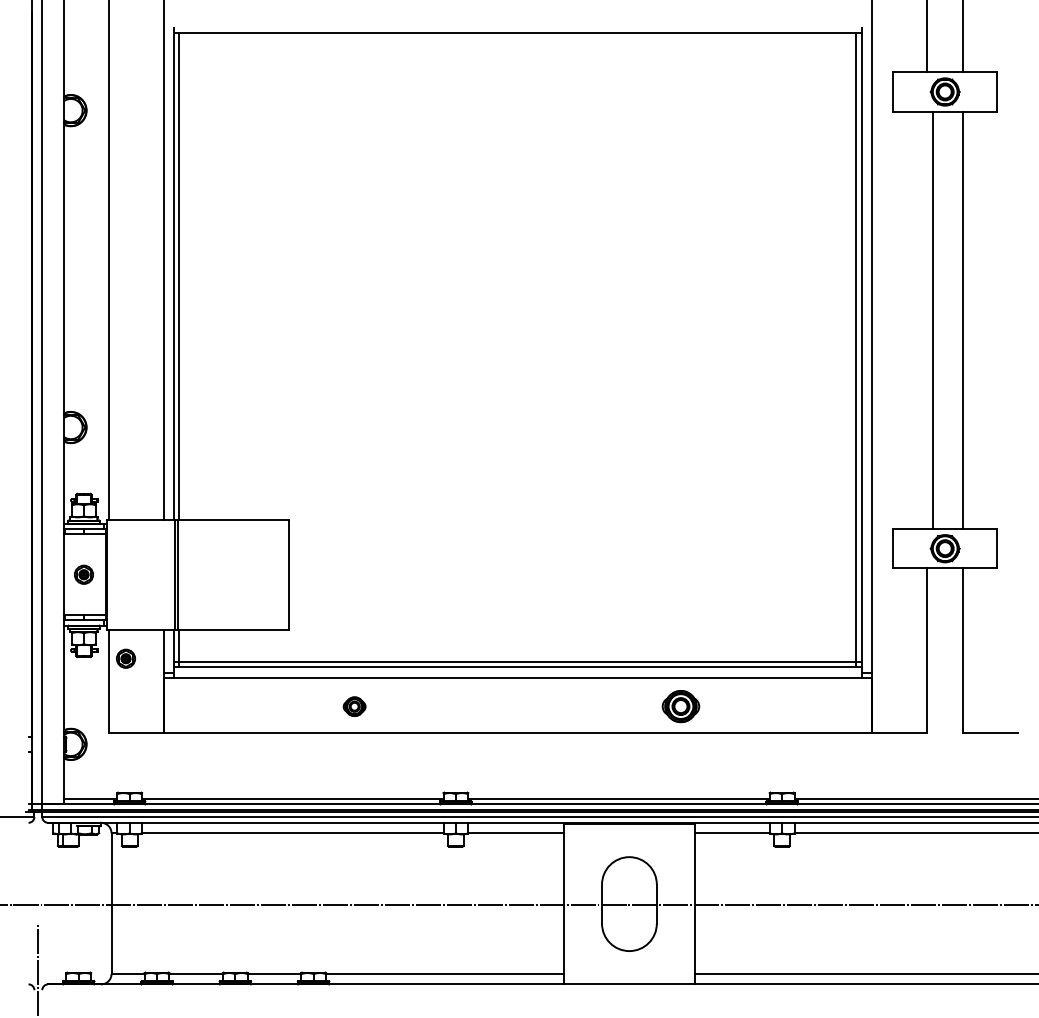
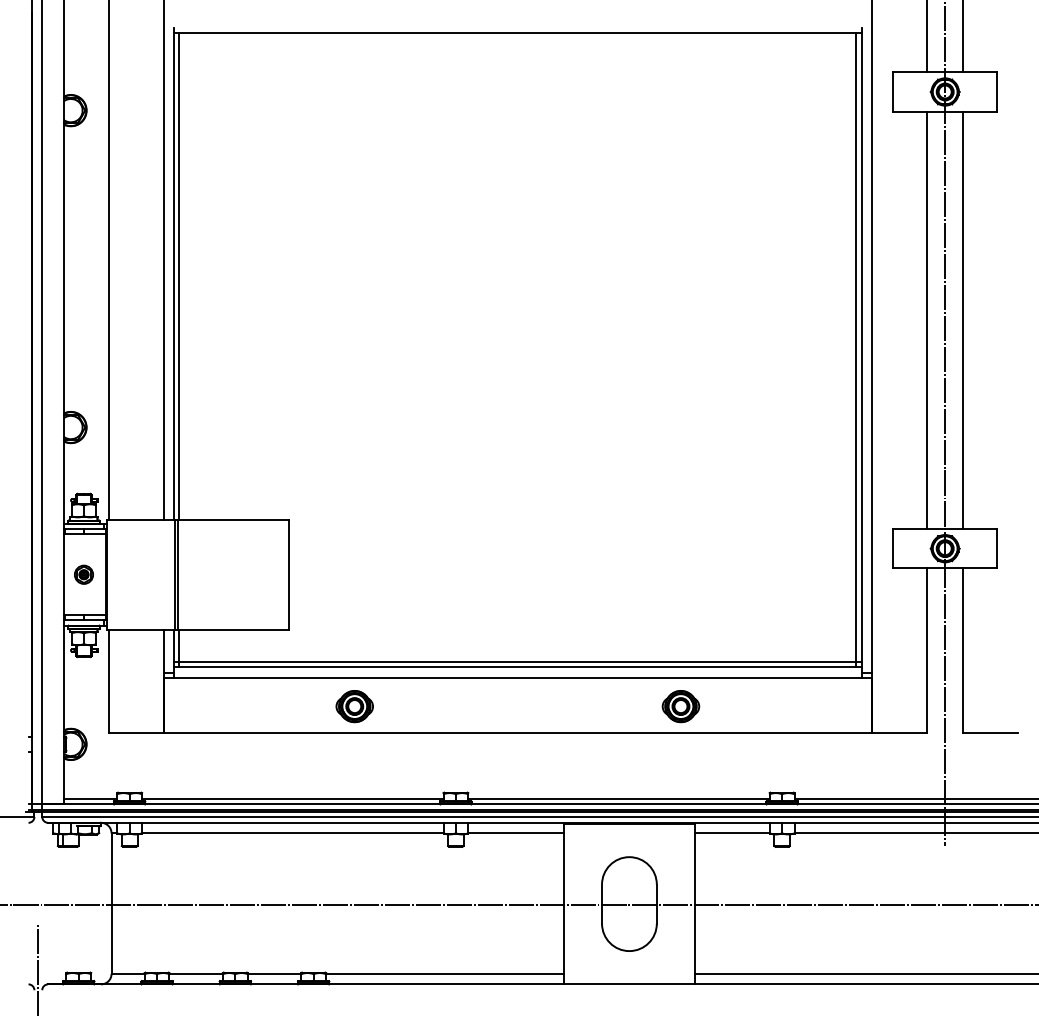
line at (932, 320) position: (932, 320) -> (926, 320)
line at (945, 424): none -> present
part at (125, 658): present -> none
part at (354, 706) size: 25x21 px -> 39x34 px
